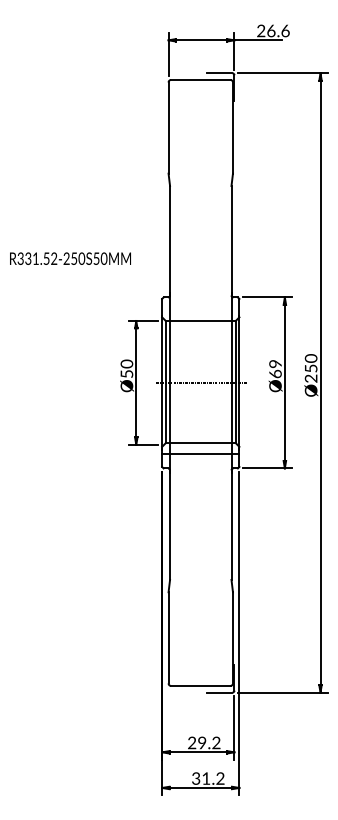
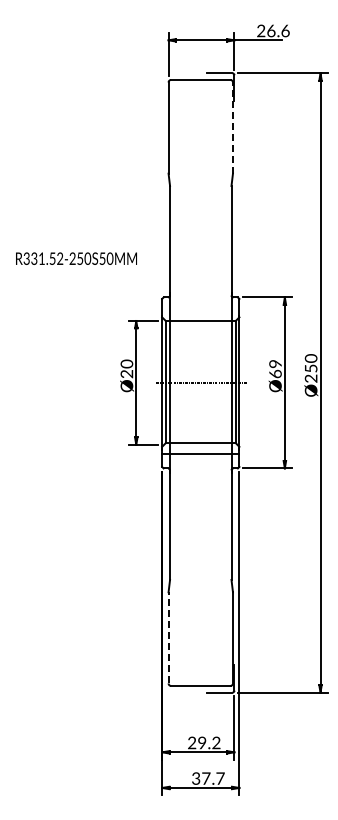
line at (232, 128): solid -> dashed
text at (70, 258) position: (70, 258) -> (76, 258)
text at (126, 374): Ø50 -> Ø20
line at (168, 637): solid -> dashed
text at (213, 778): 31.2 -> 37.7
